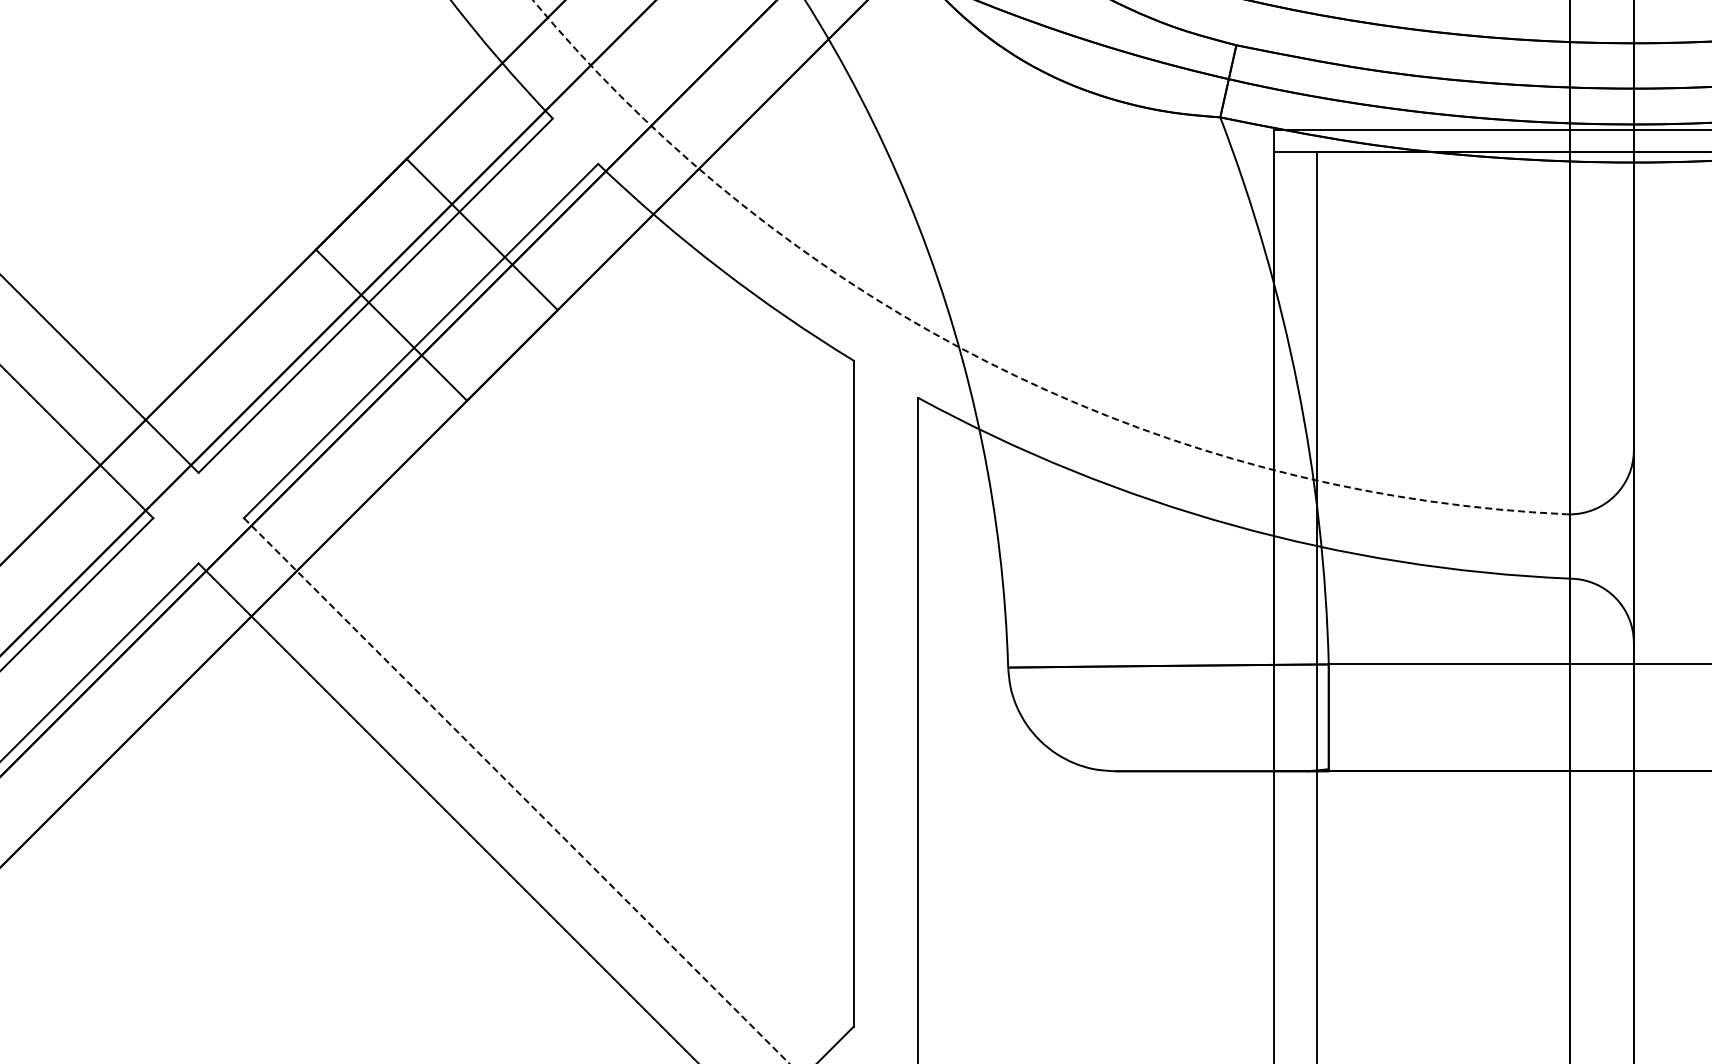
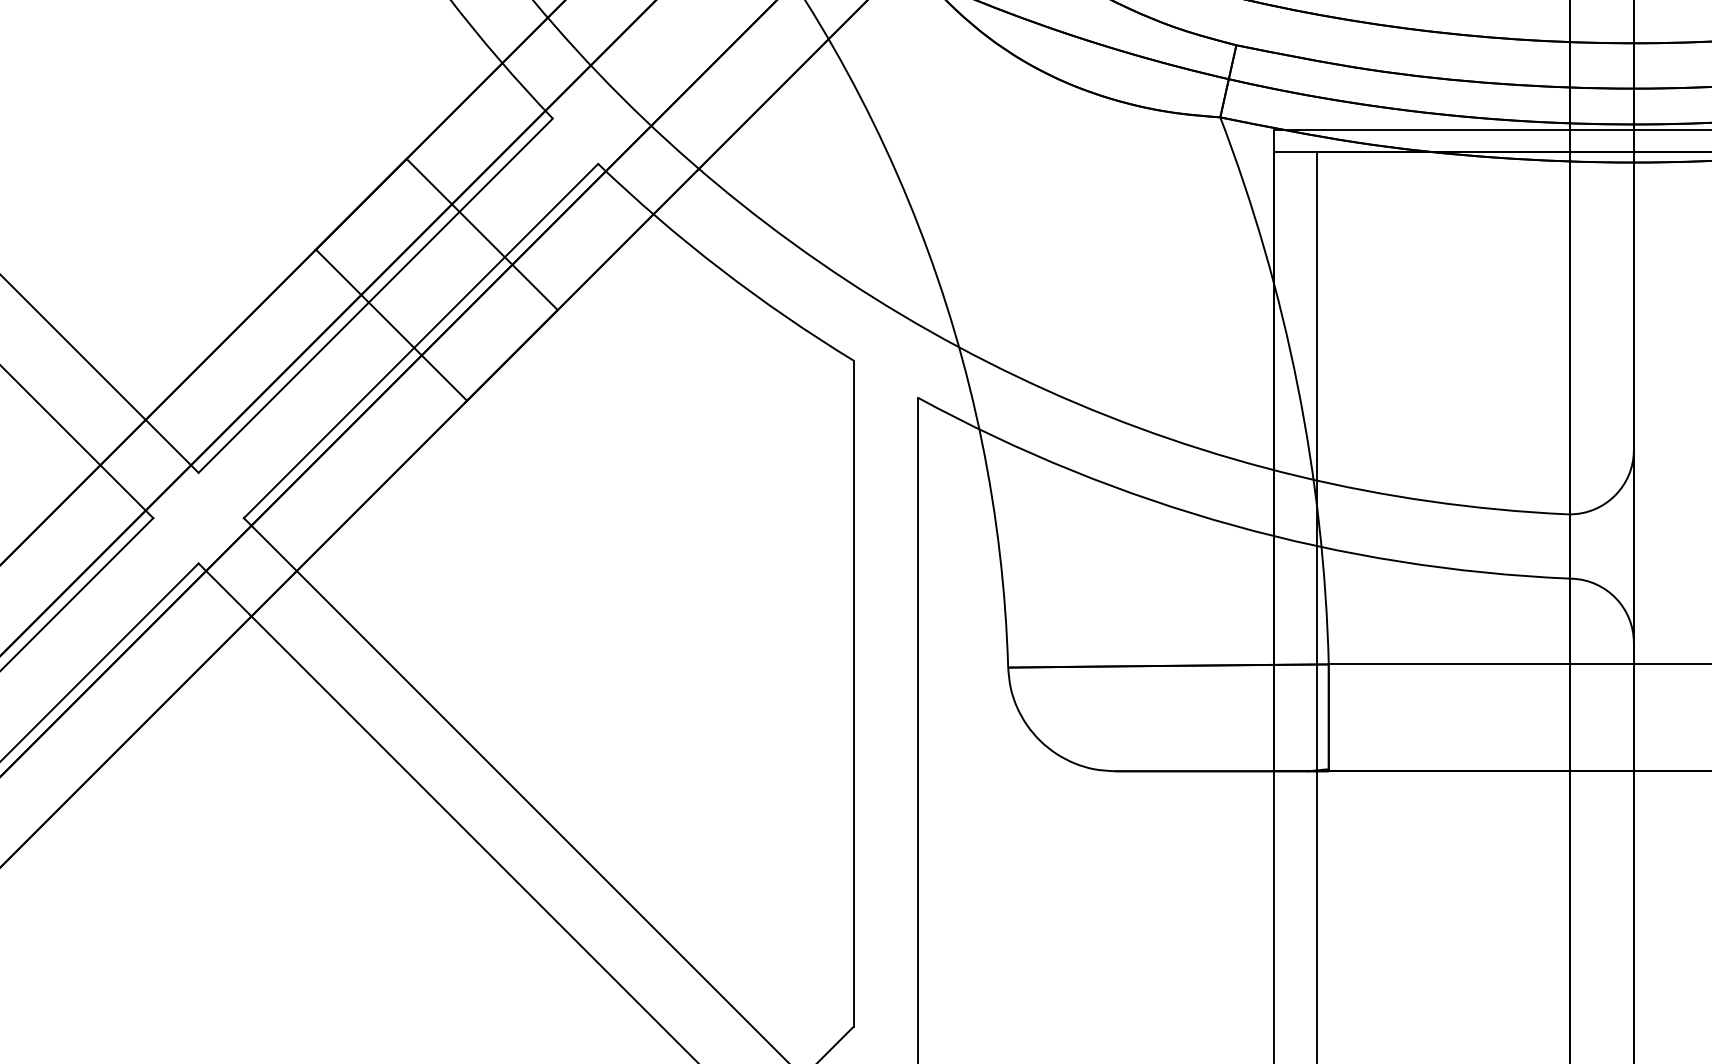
arc at (994, 365): dashed -> solid
line at (516, 791): dashed -> solid
